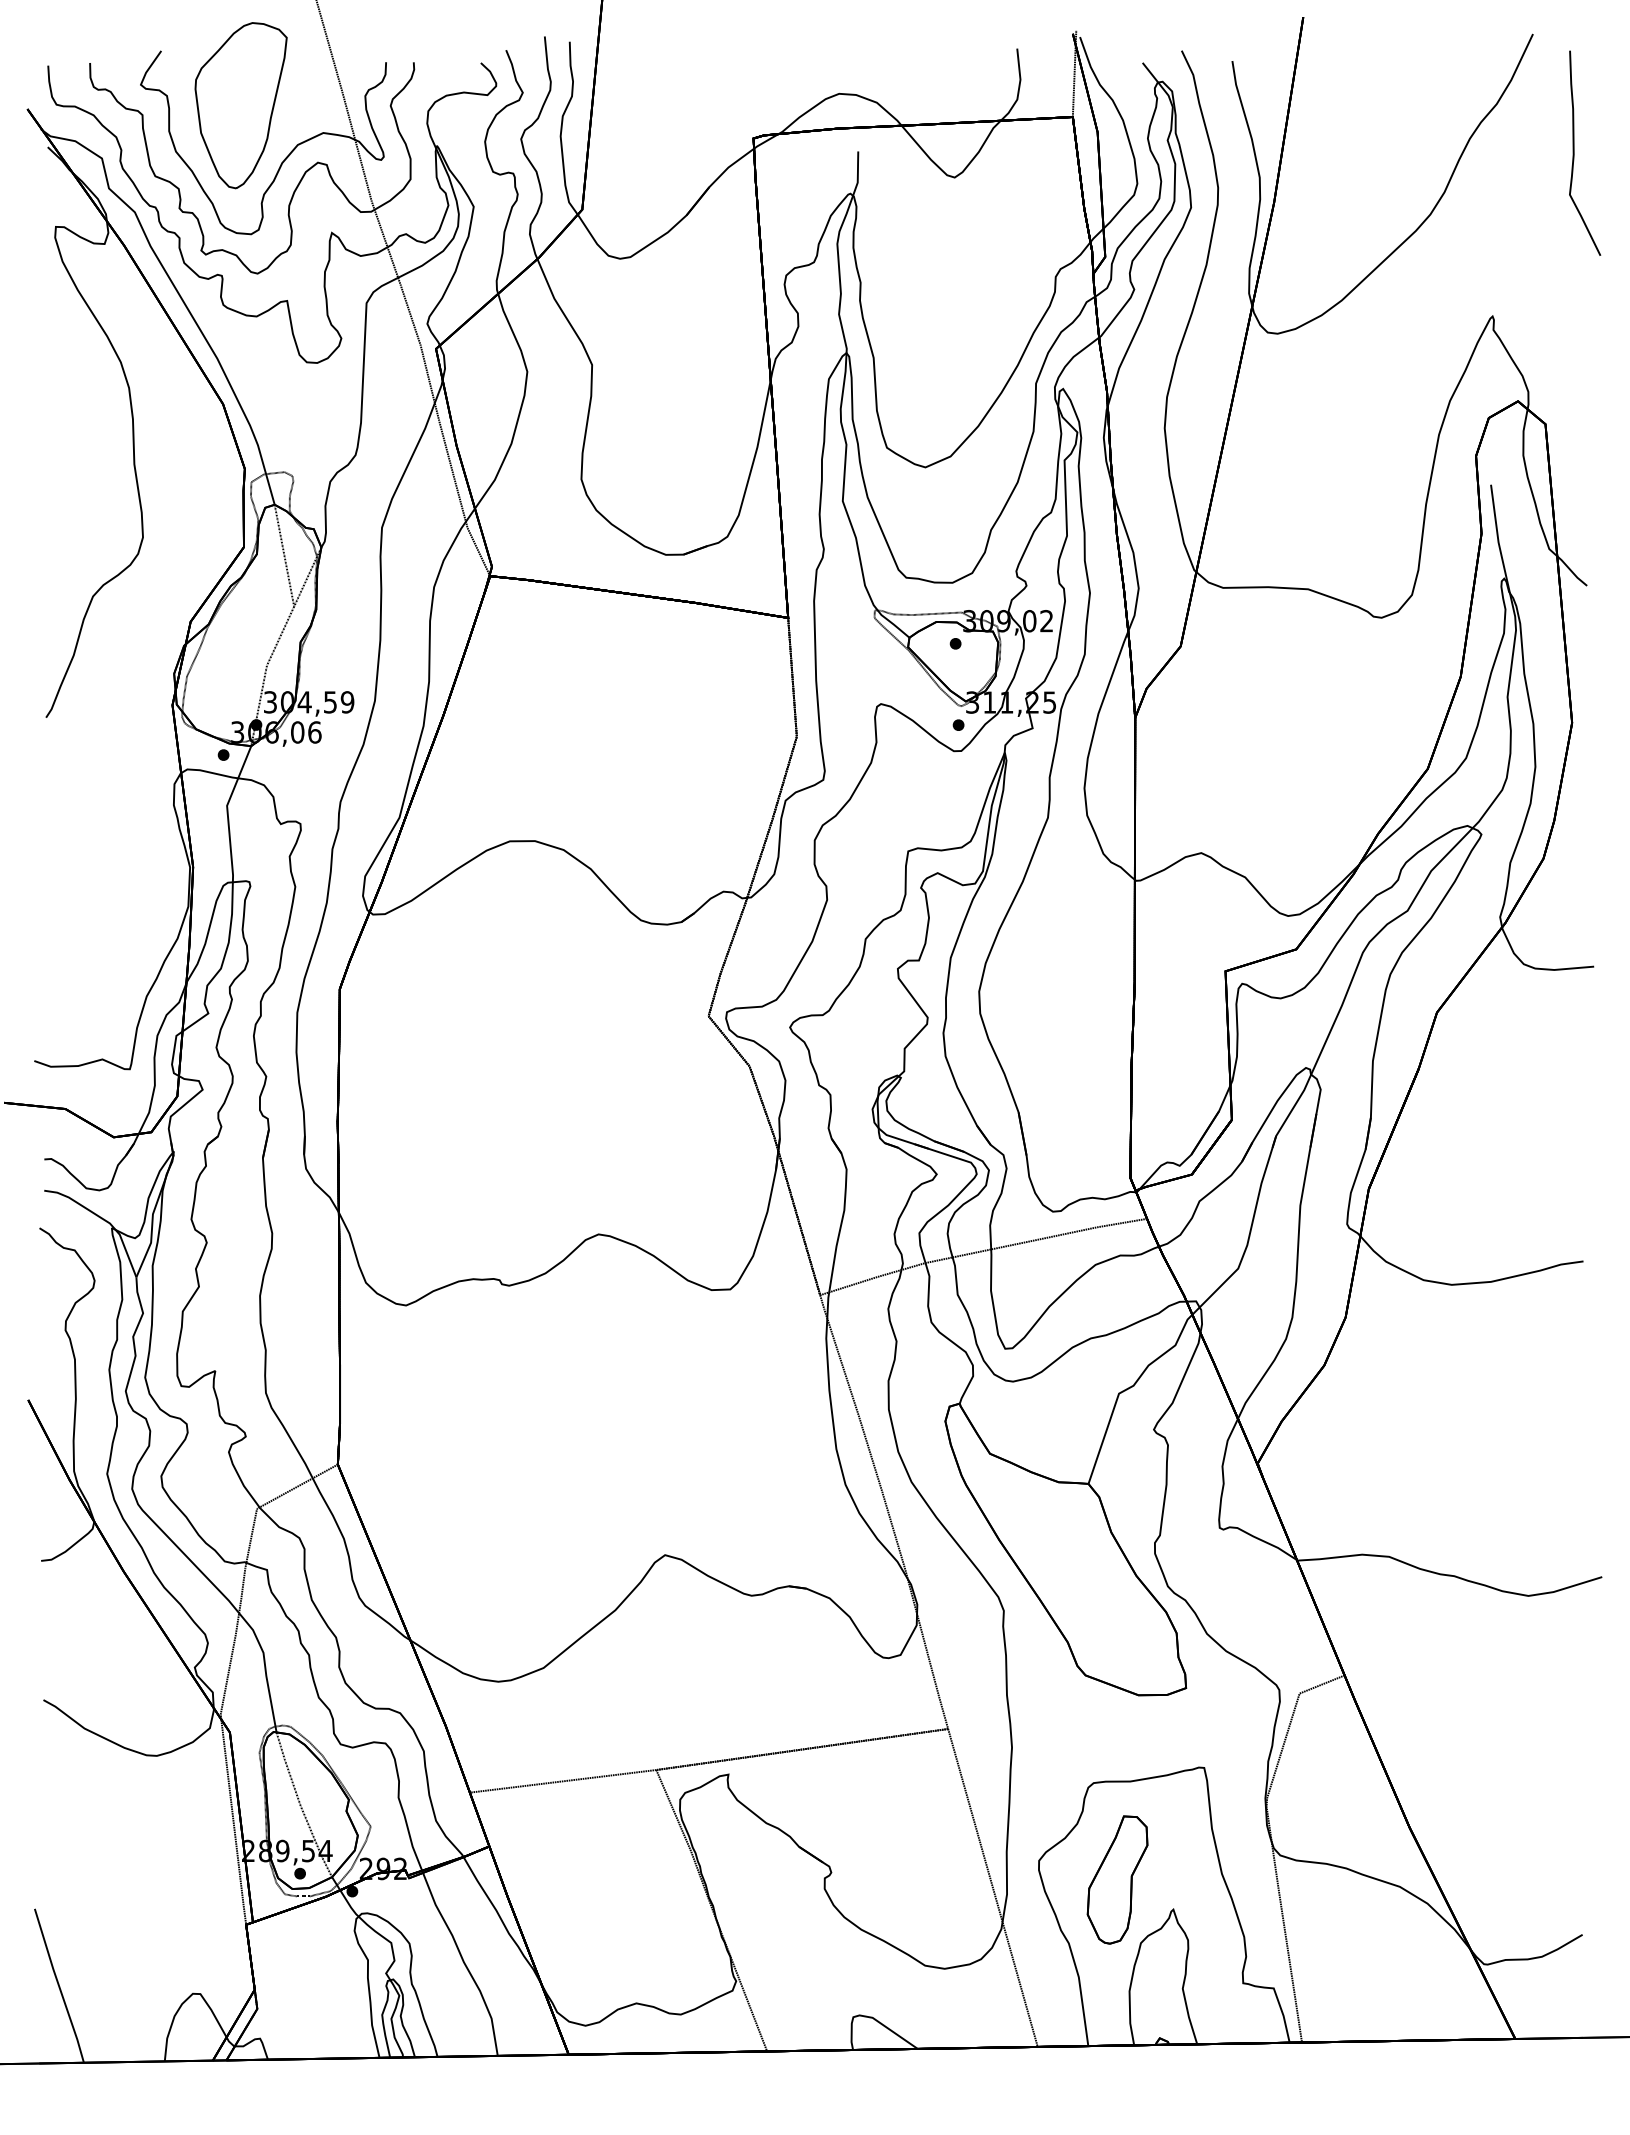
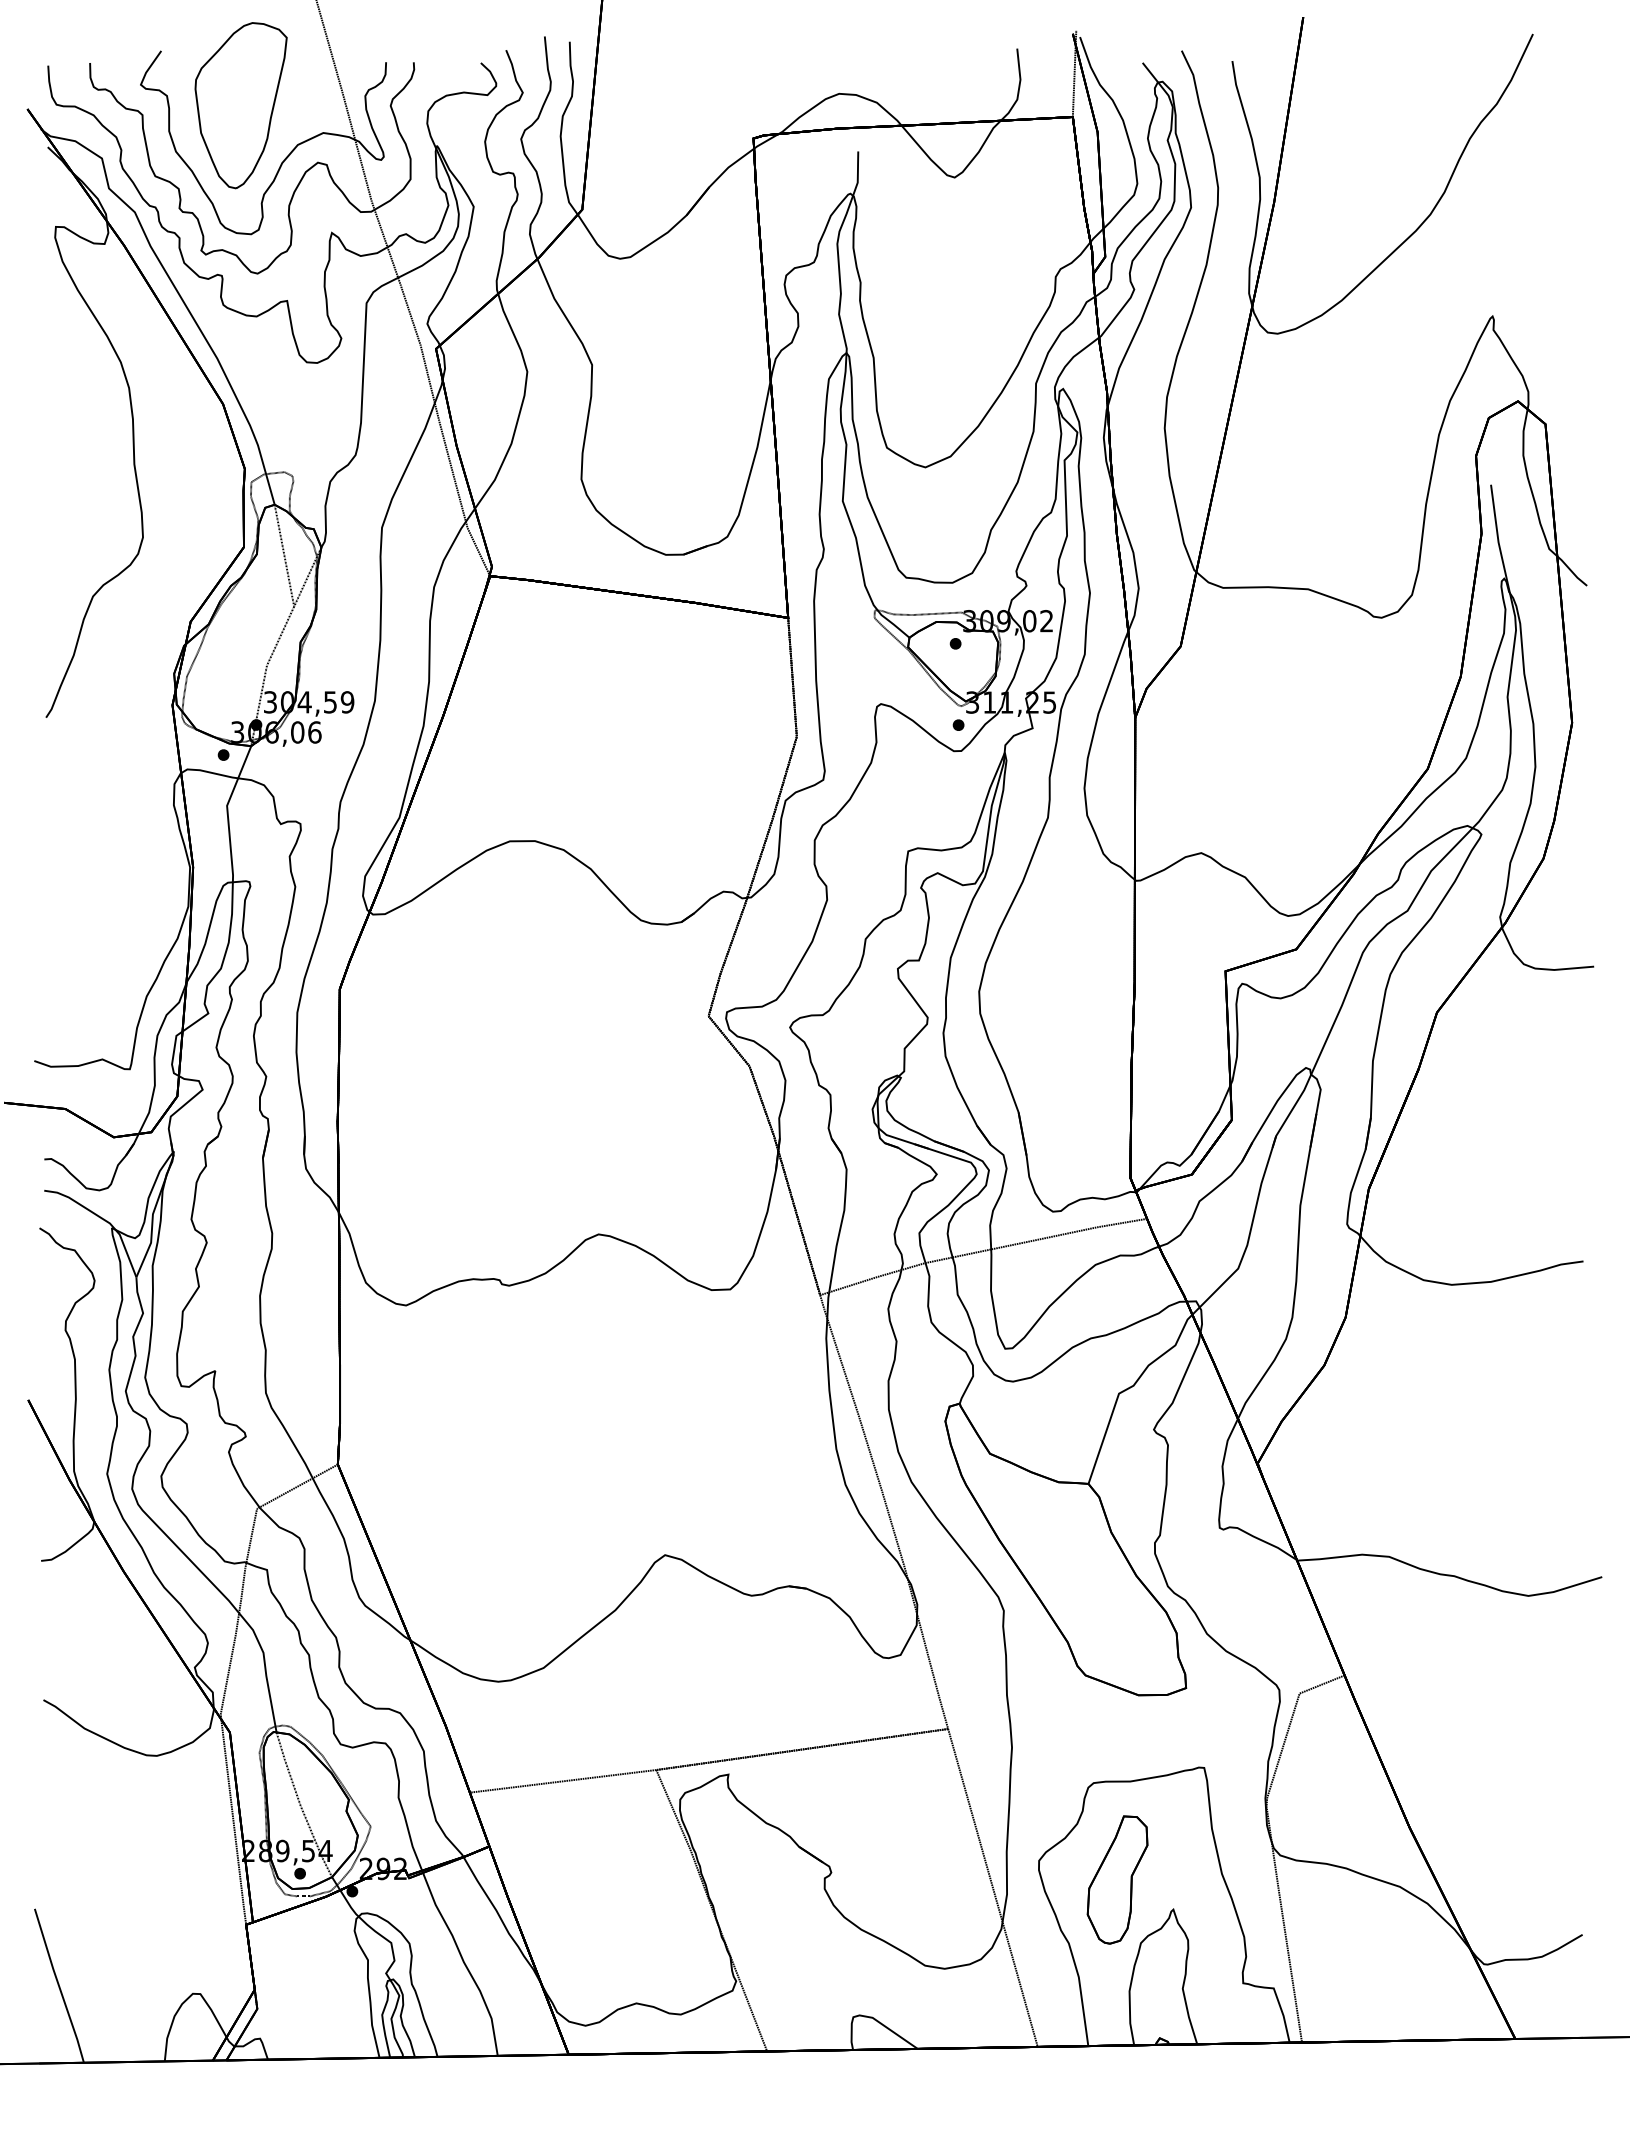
curve at (1574, 152): present -> none
